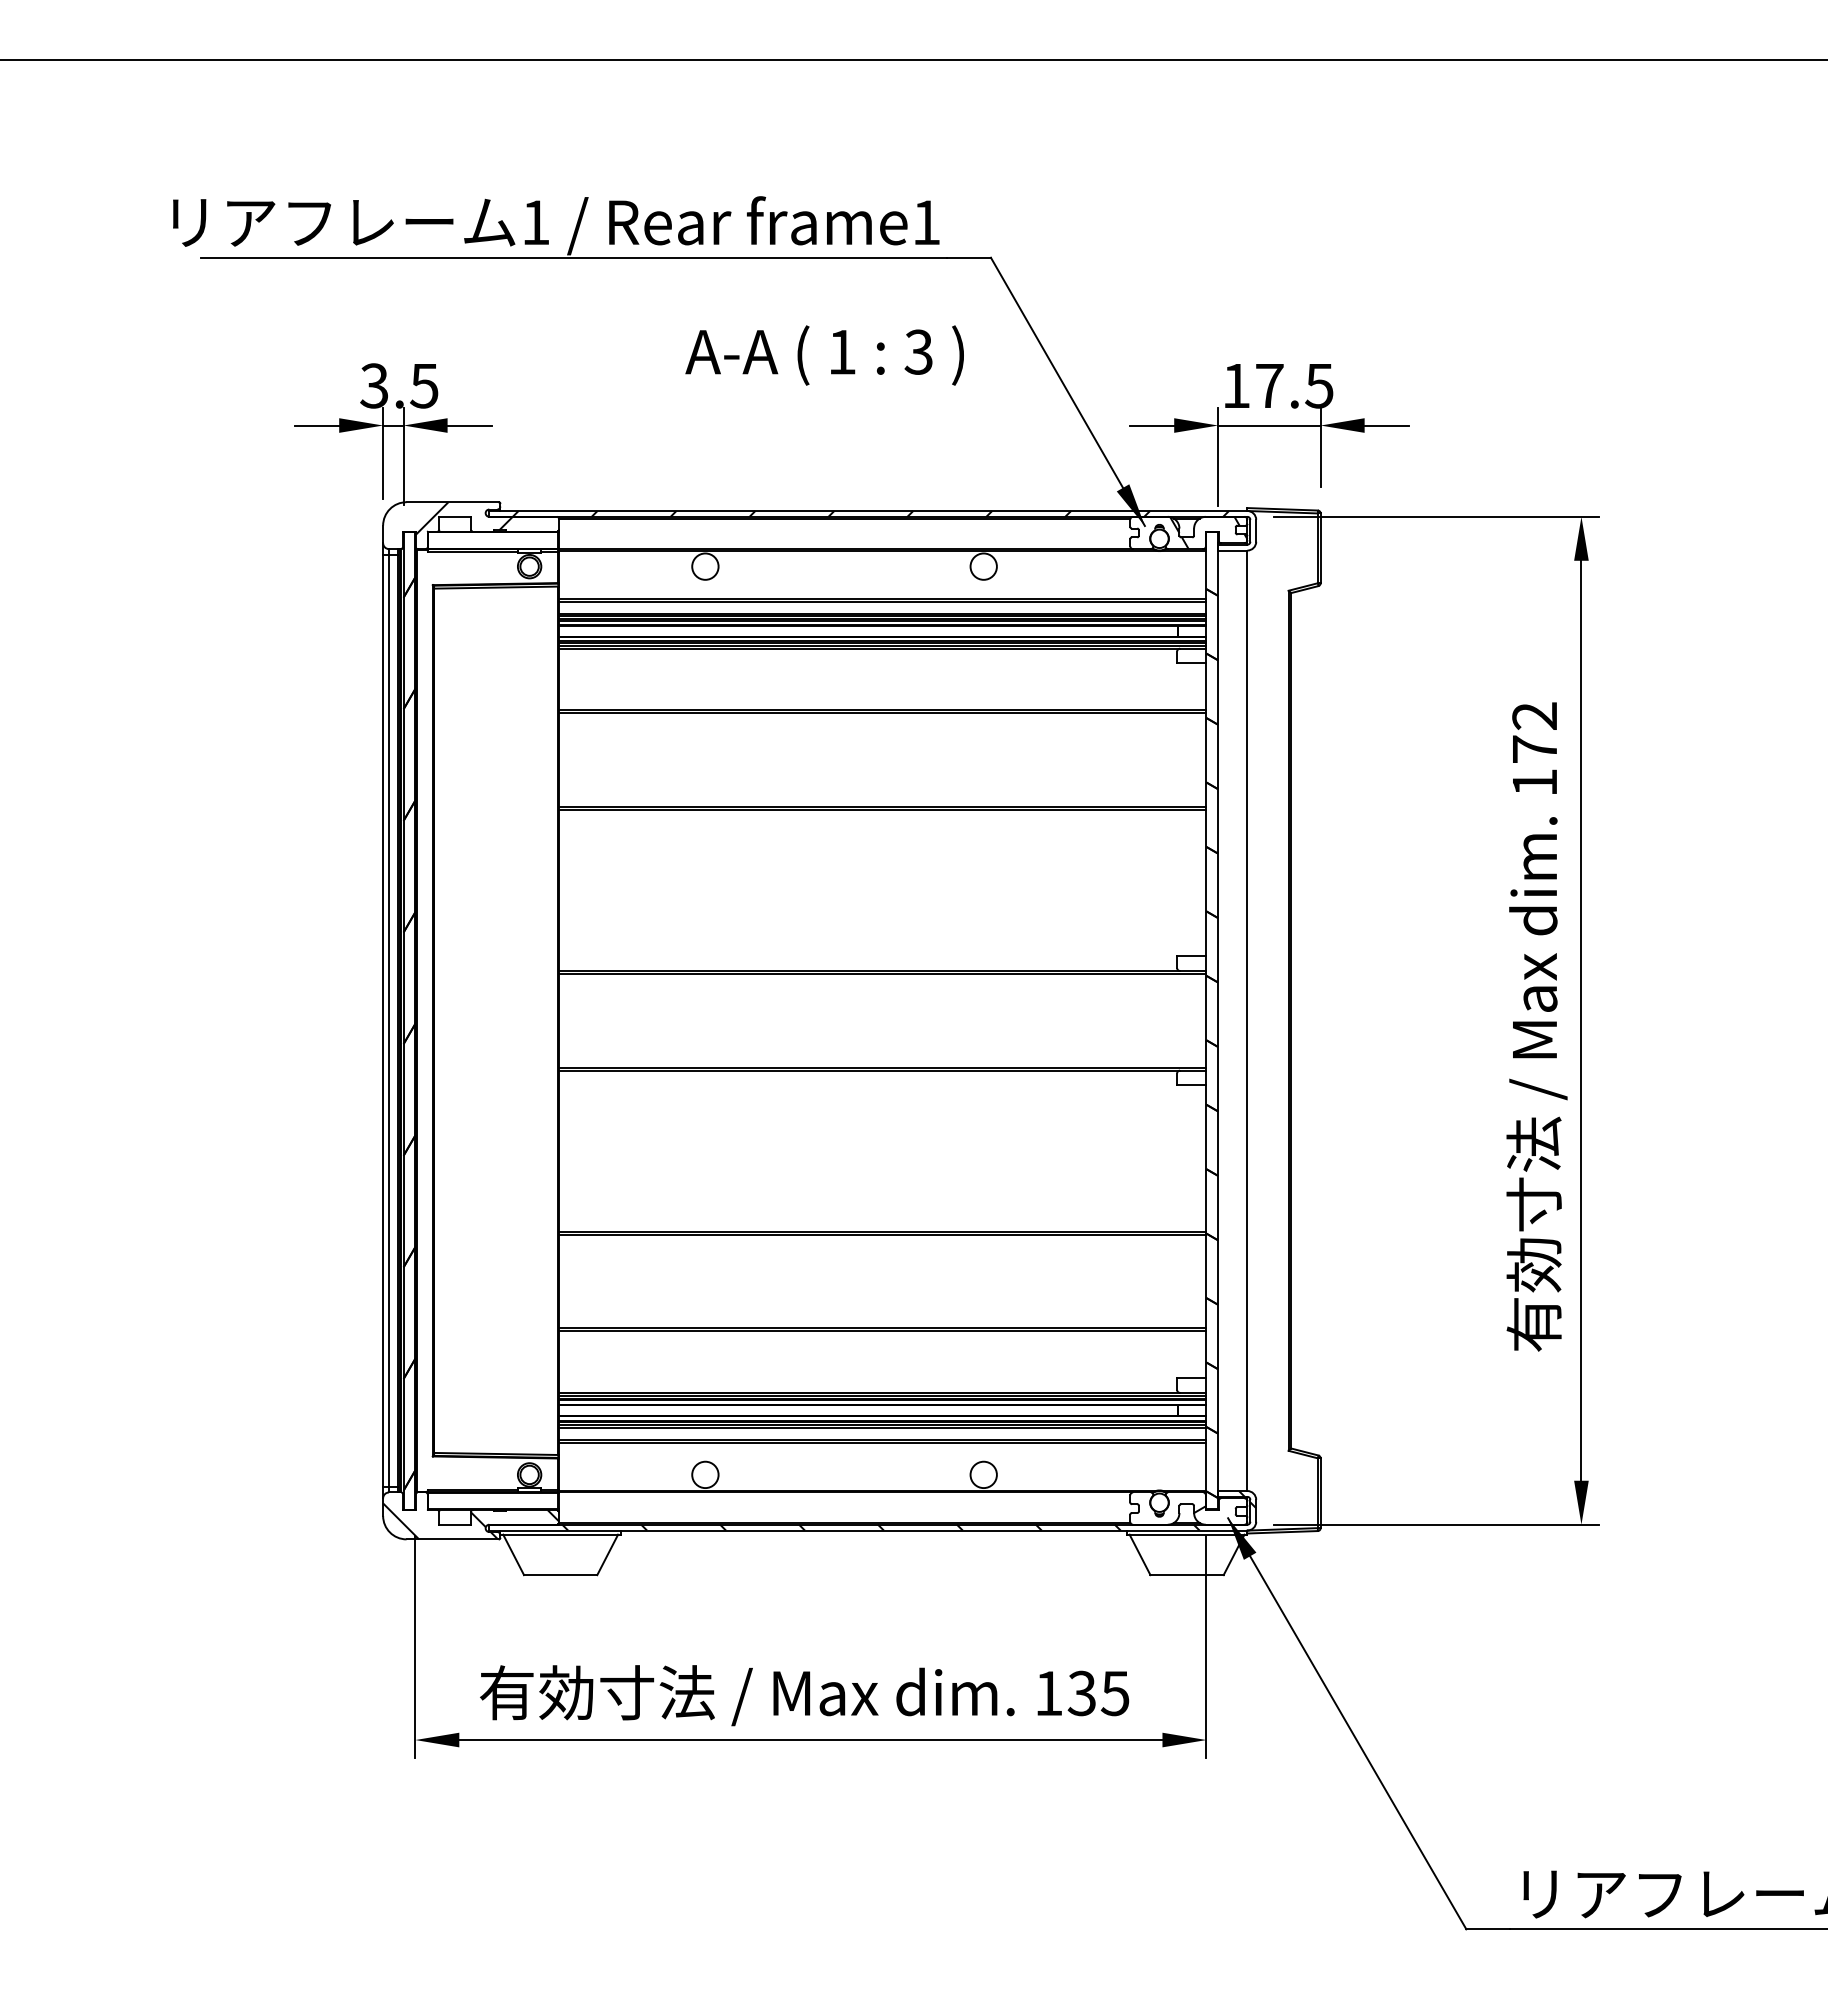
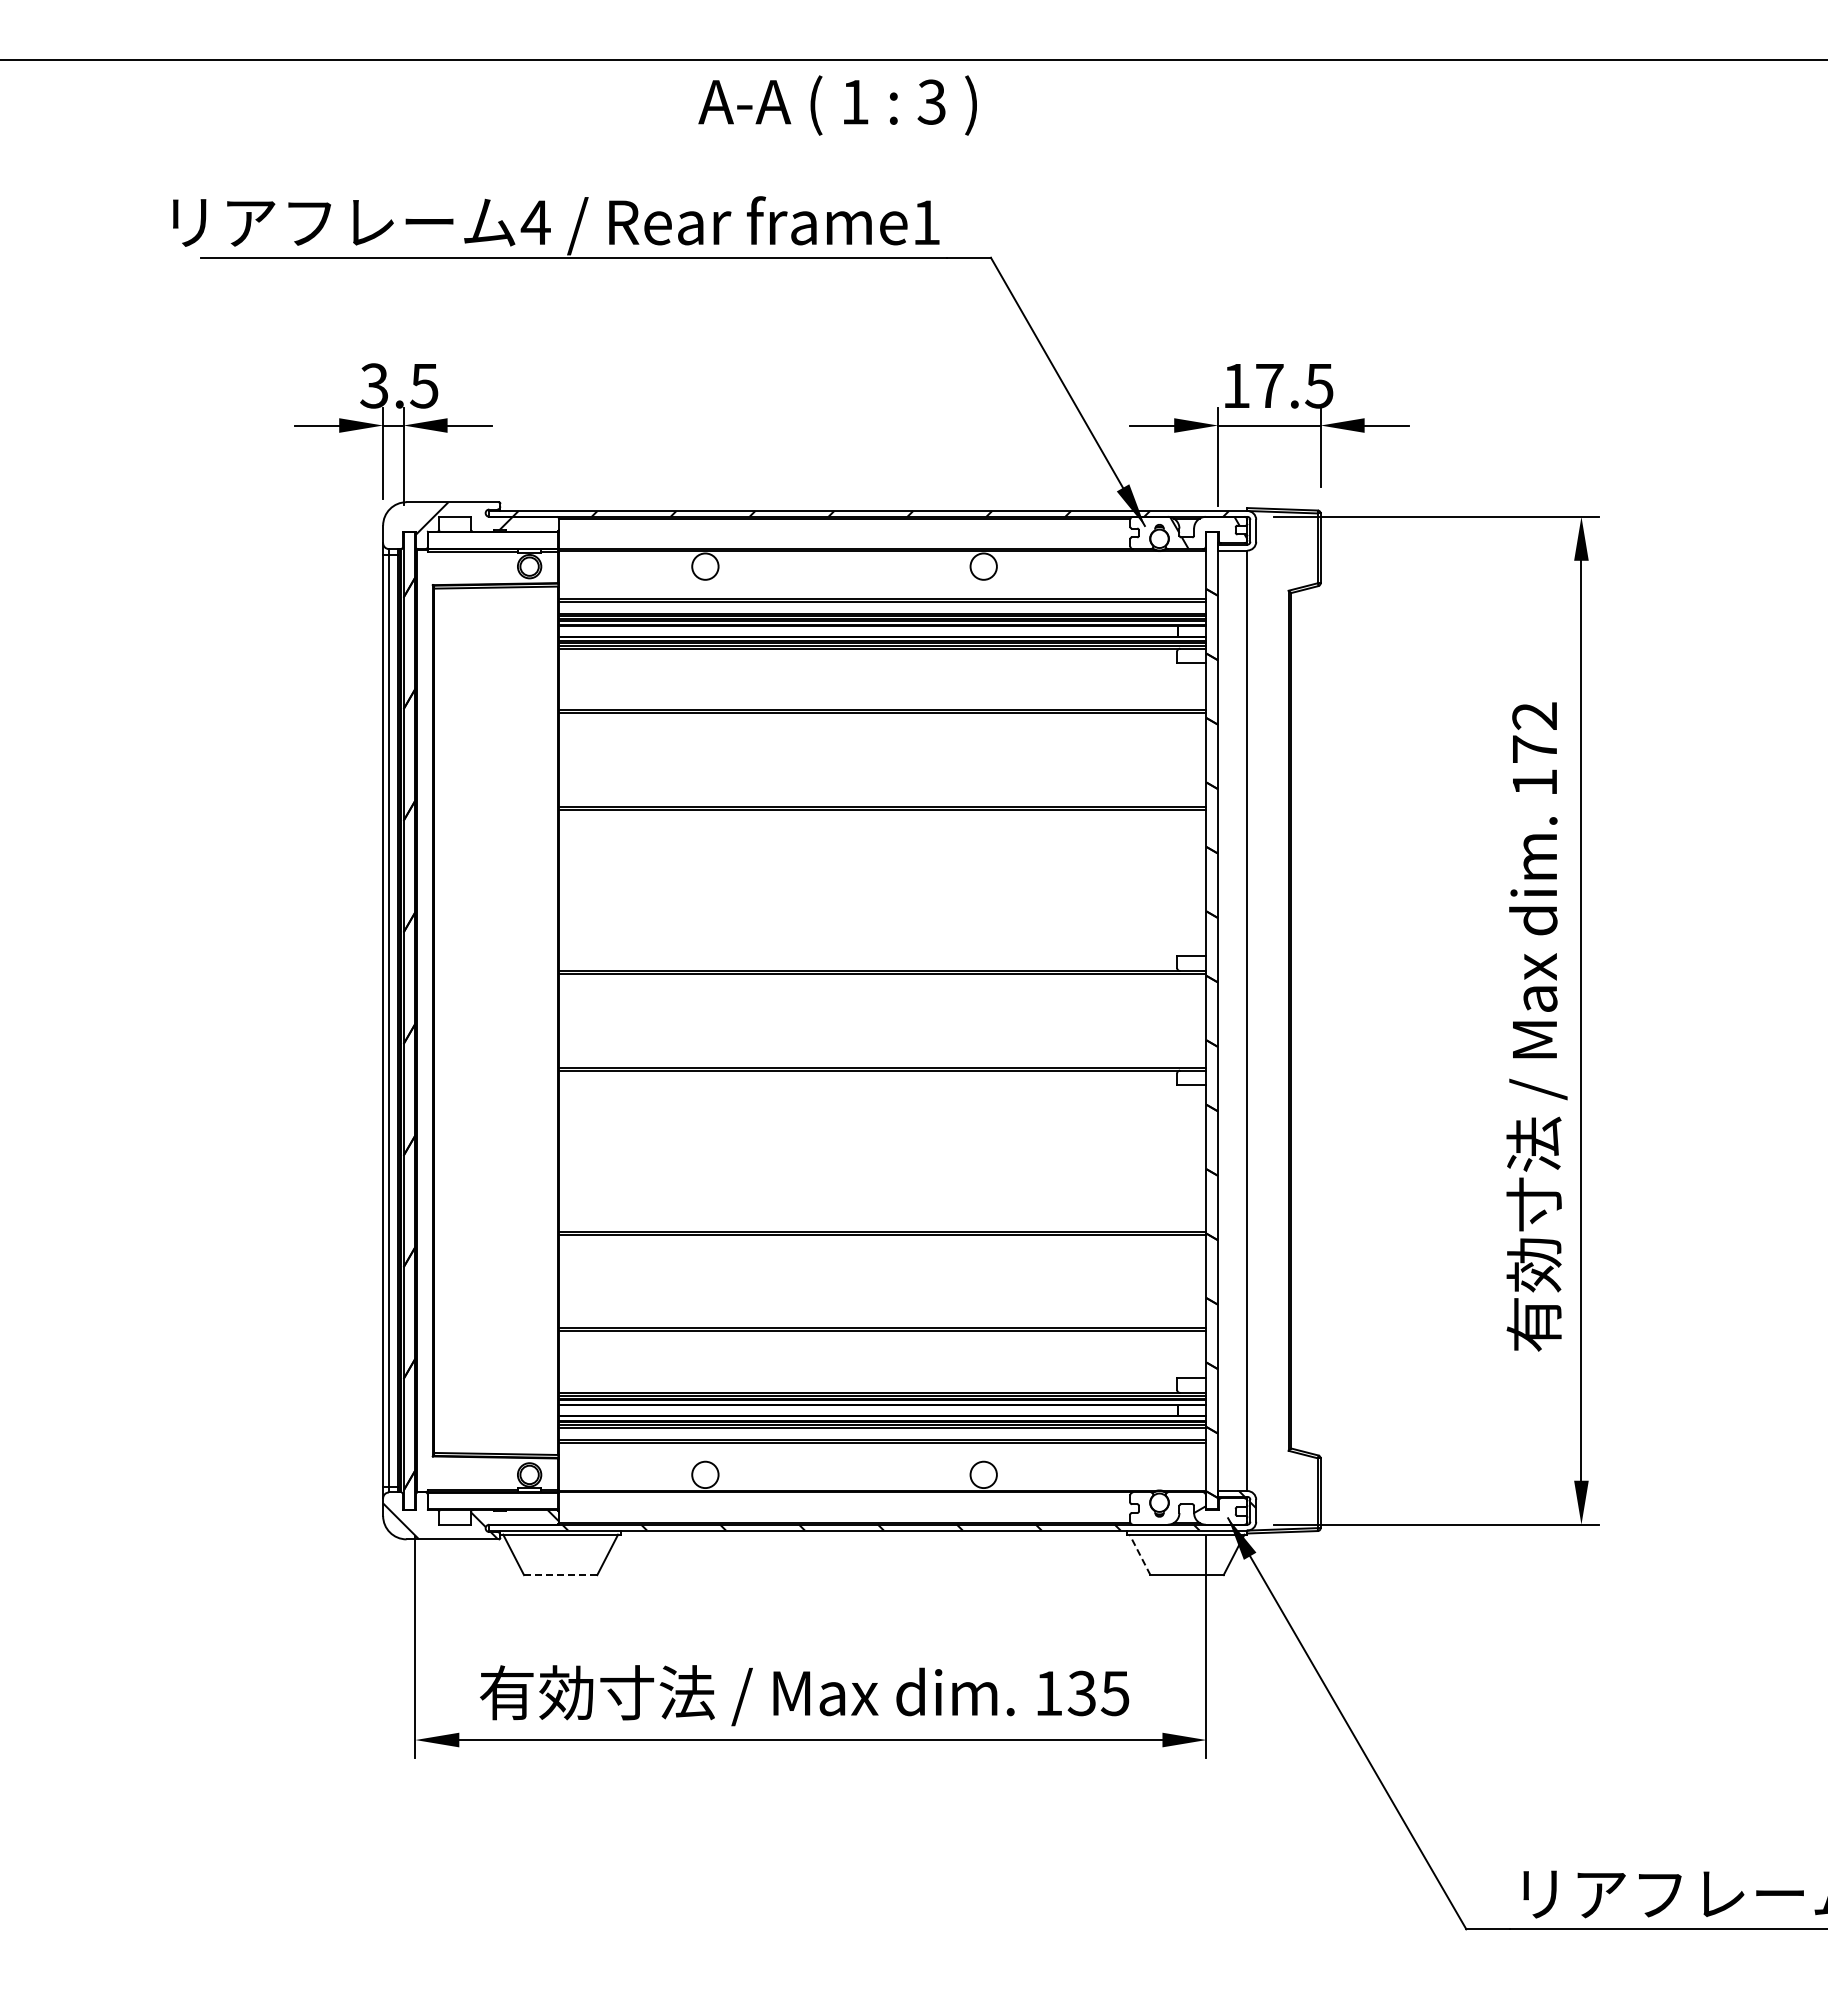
text at (535, 222): 1 -> 4
text at (824, 355) position: (824, 355) -> (837, 105)
line at (1140, 1554): solid -> dashed
line at (560, 1575): solid -> dashed
